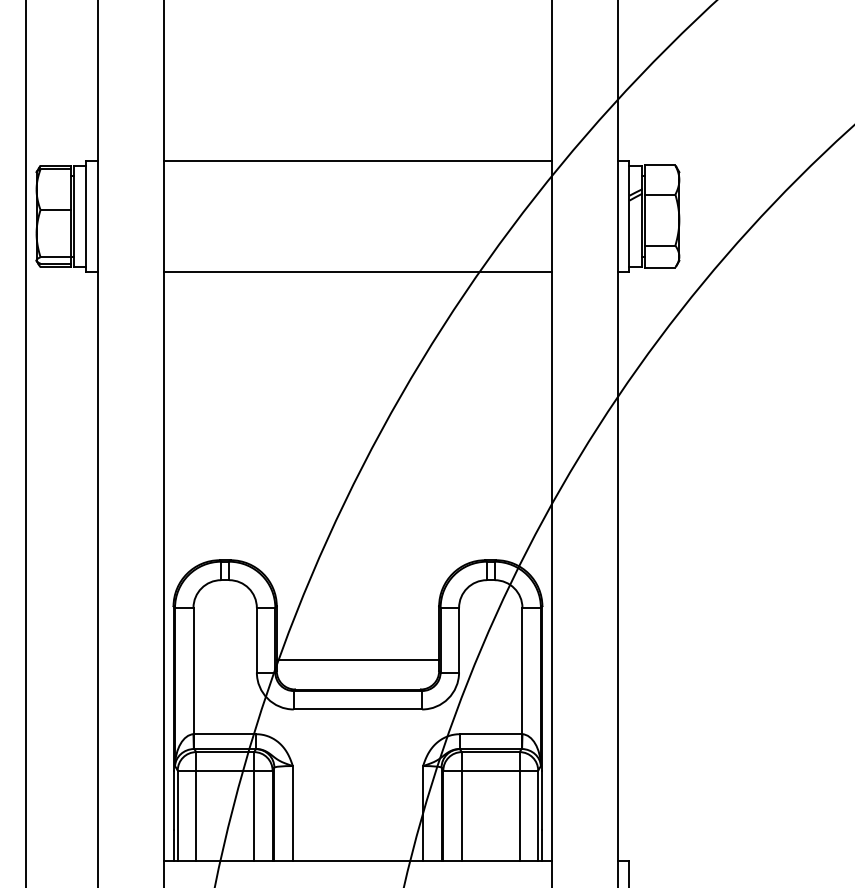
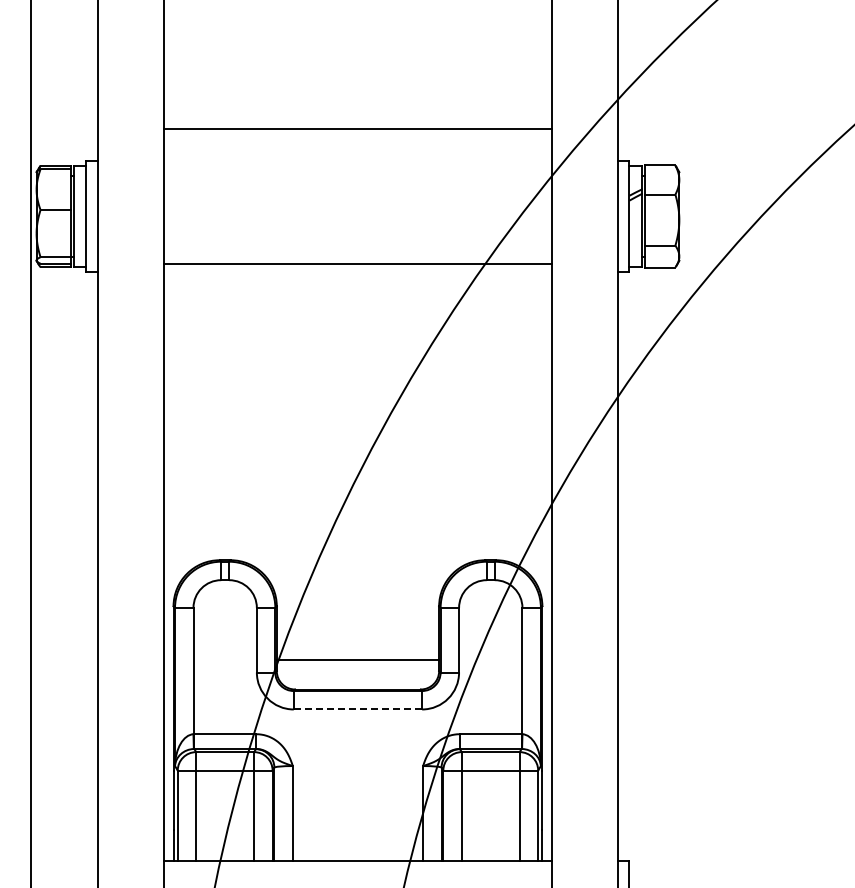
line at (357, 161) position: (357, 161) -> (357, 129)
line at (357, 271) position: (357, 271) -> (357, 263)
line at (25, 443) position: (25, 443) -> (30, 443)
line at (358, 709): solid -> dashed
